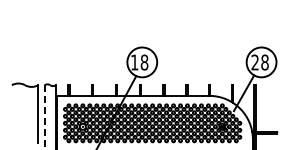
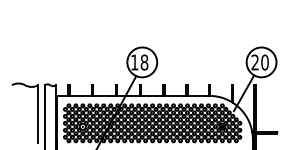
text at (264, 62): 28 -> 20
line at (44, 117): dashed -> solid
